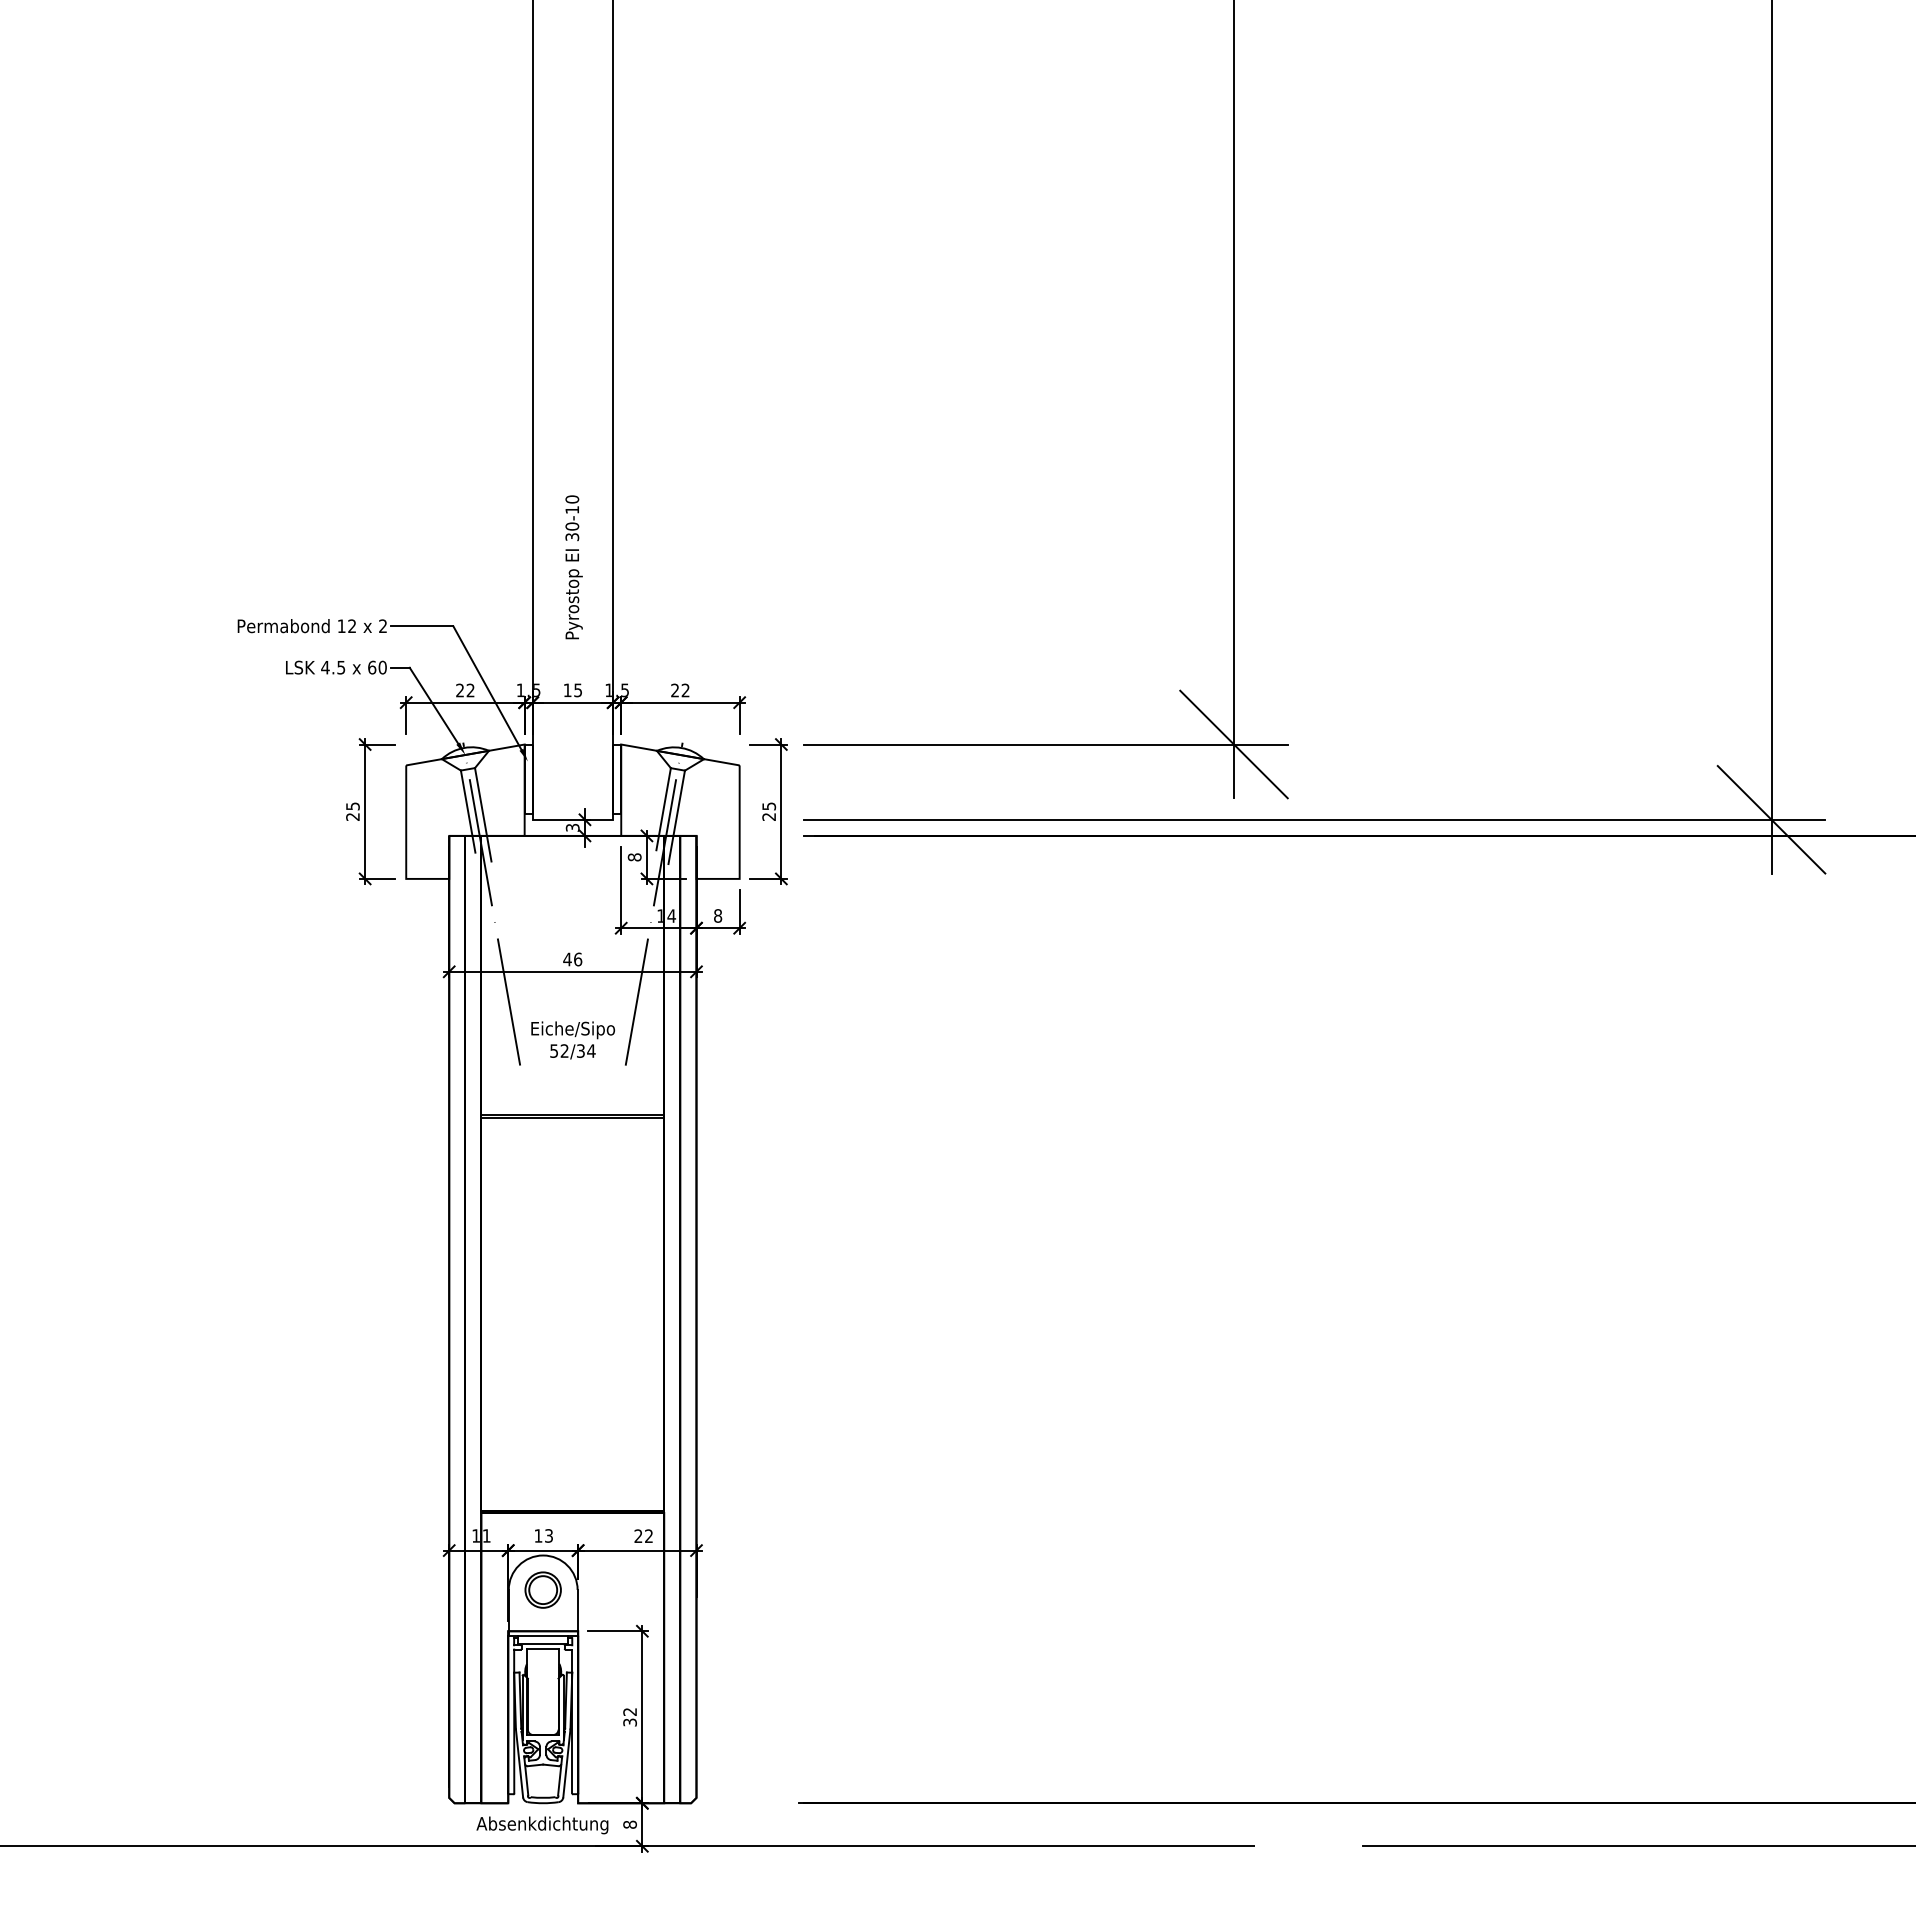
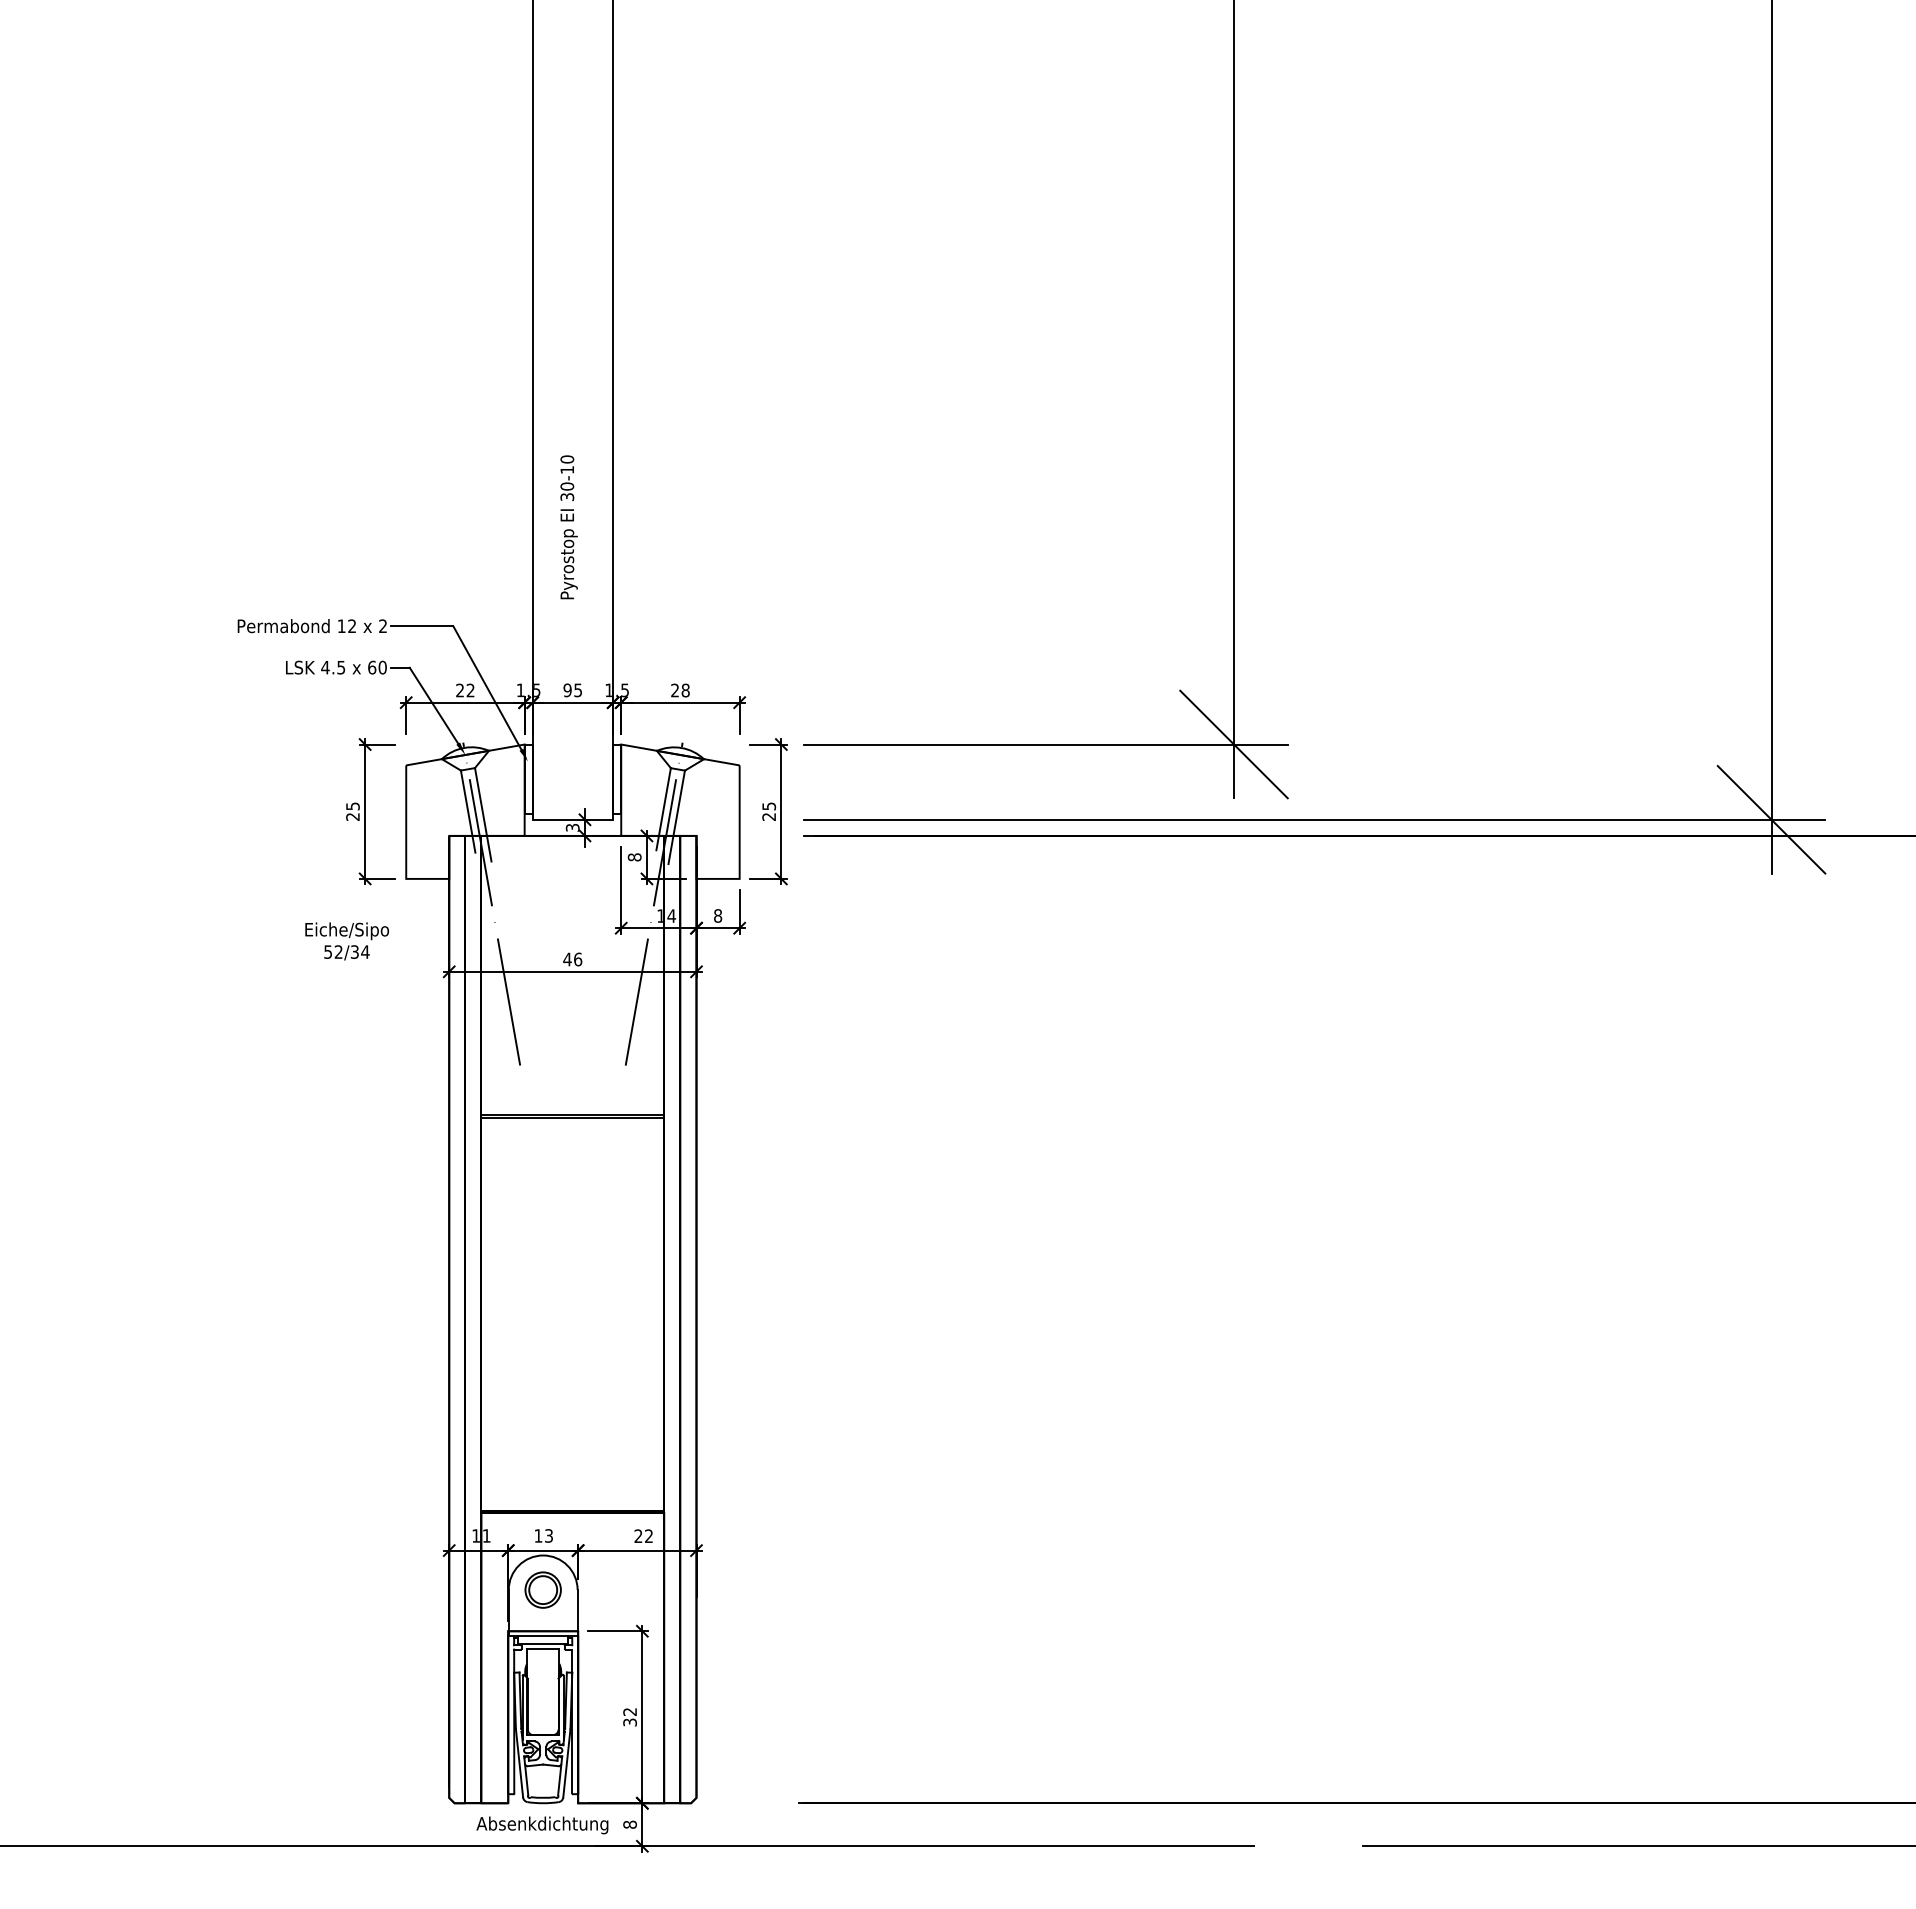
text at (573, 567) position: (573, 567) -> (568, 527)
text at (567, 690): 15 -> 95
text at (685, 690): 22 -> 28
text at (572, 1040) position: (572, 1040) -> (346, 941)
